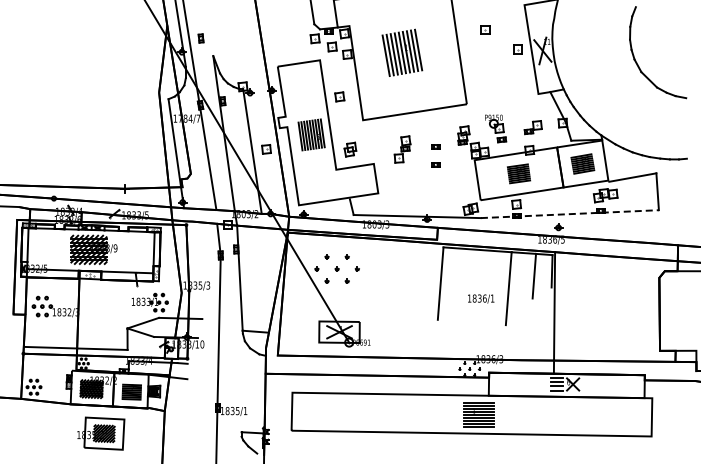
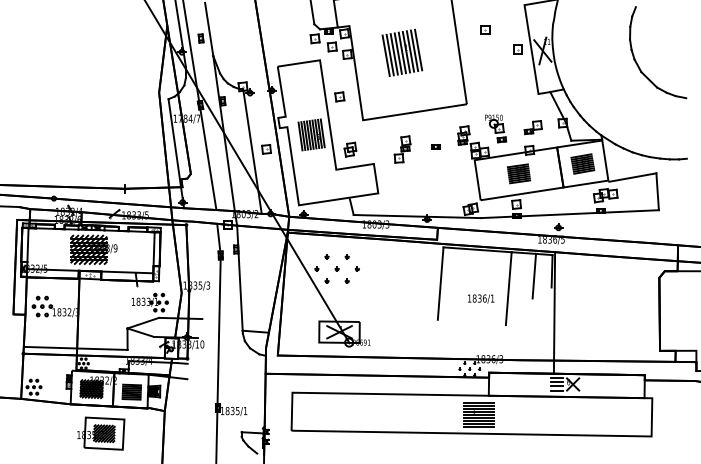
line at (209, 29): none -> present
part at (435, 164): present -> none
line at (570, 214): dashed -> solid
